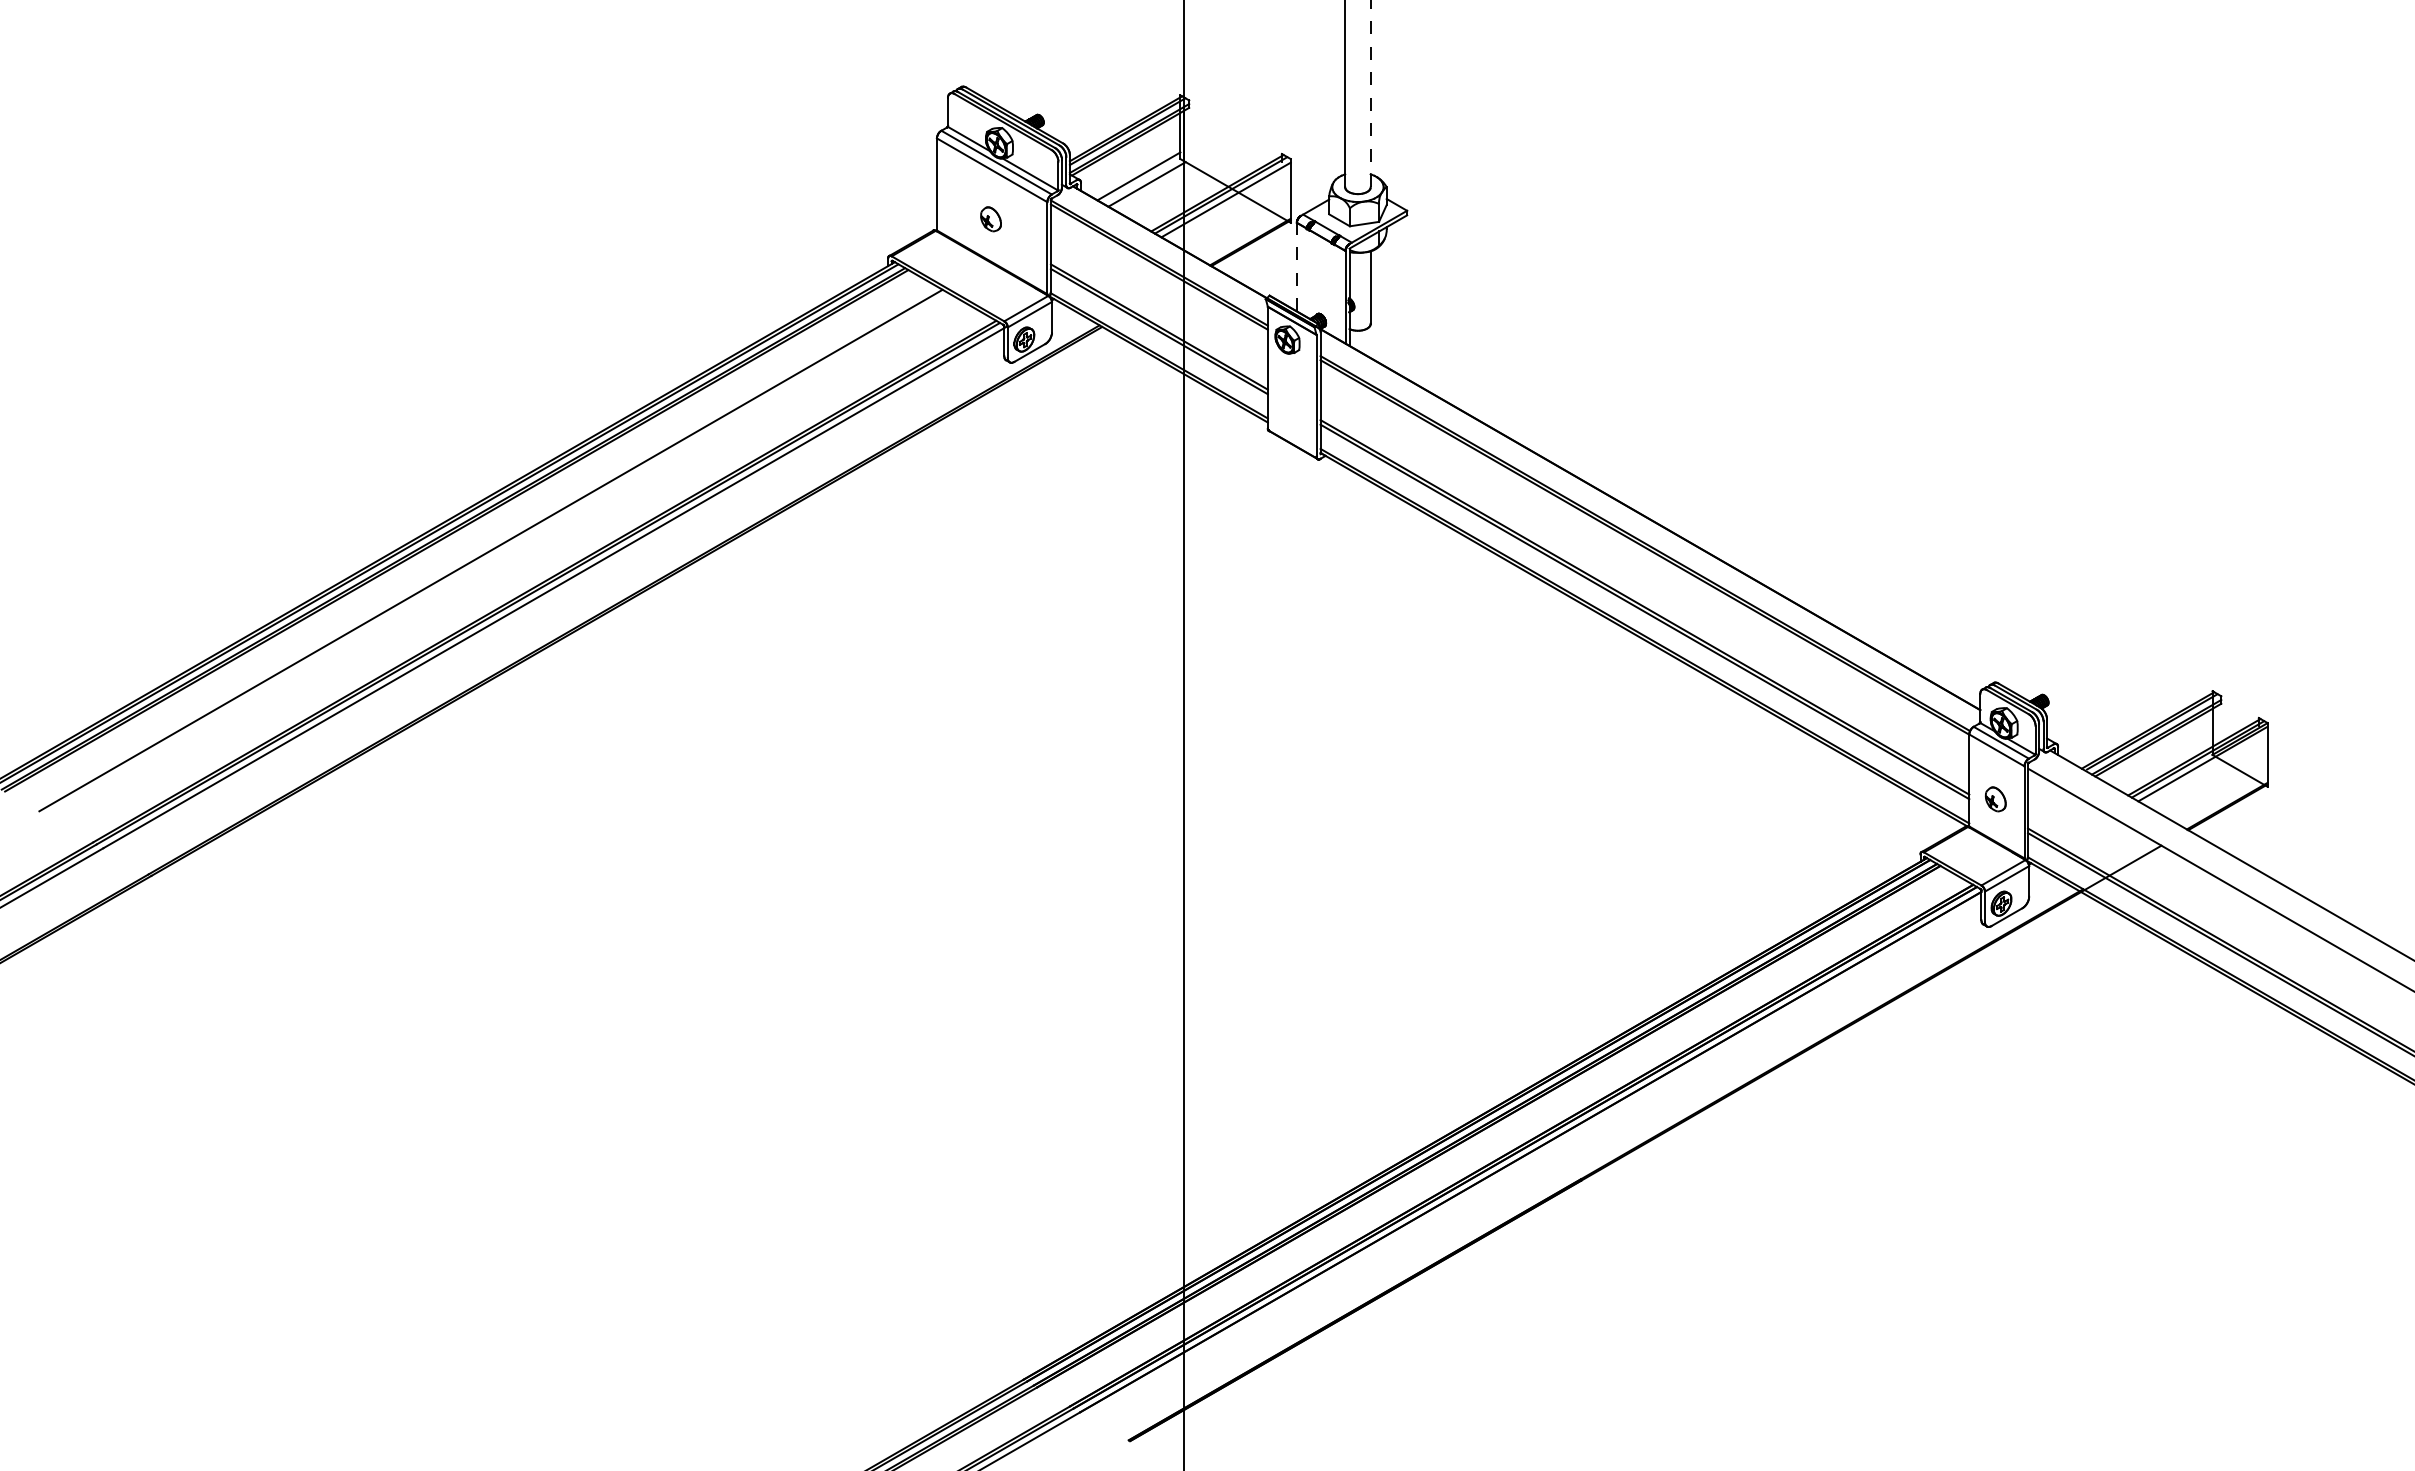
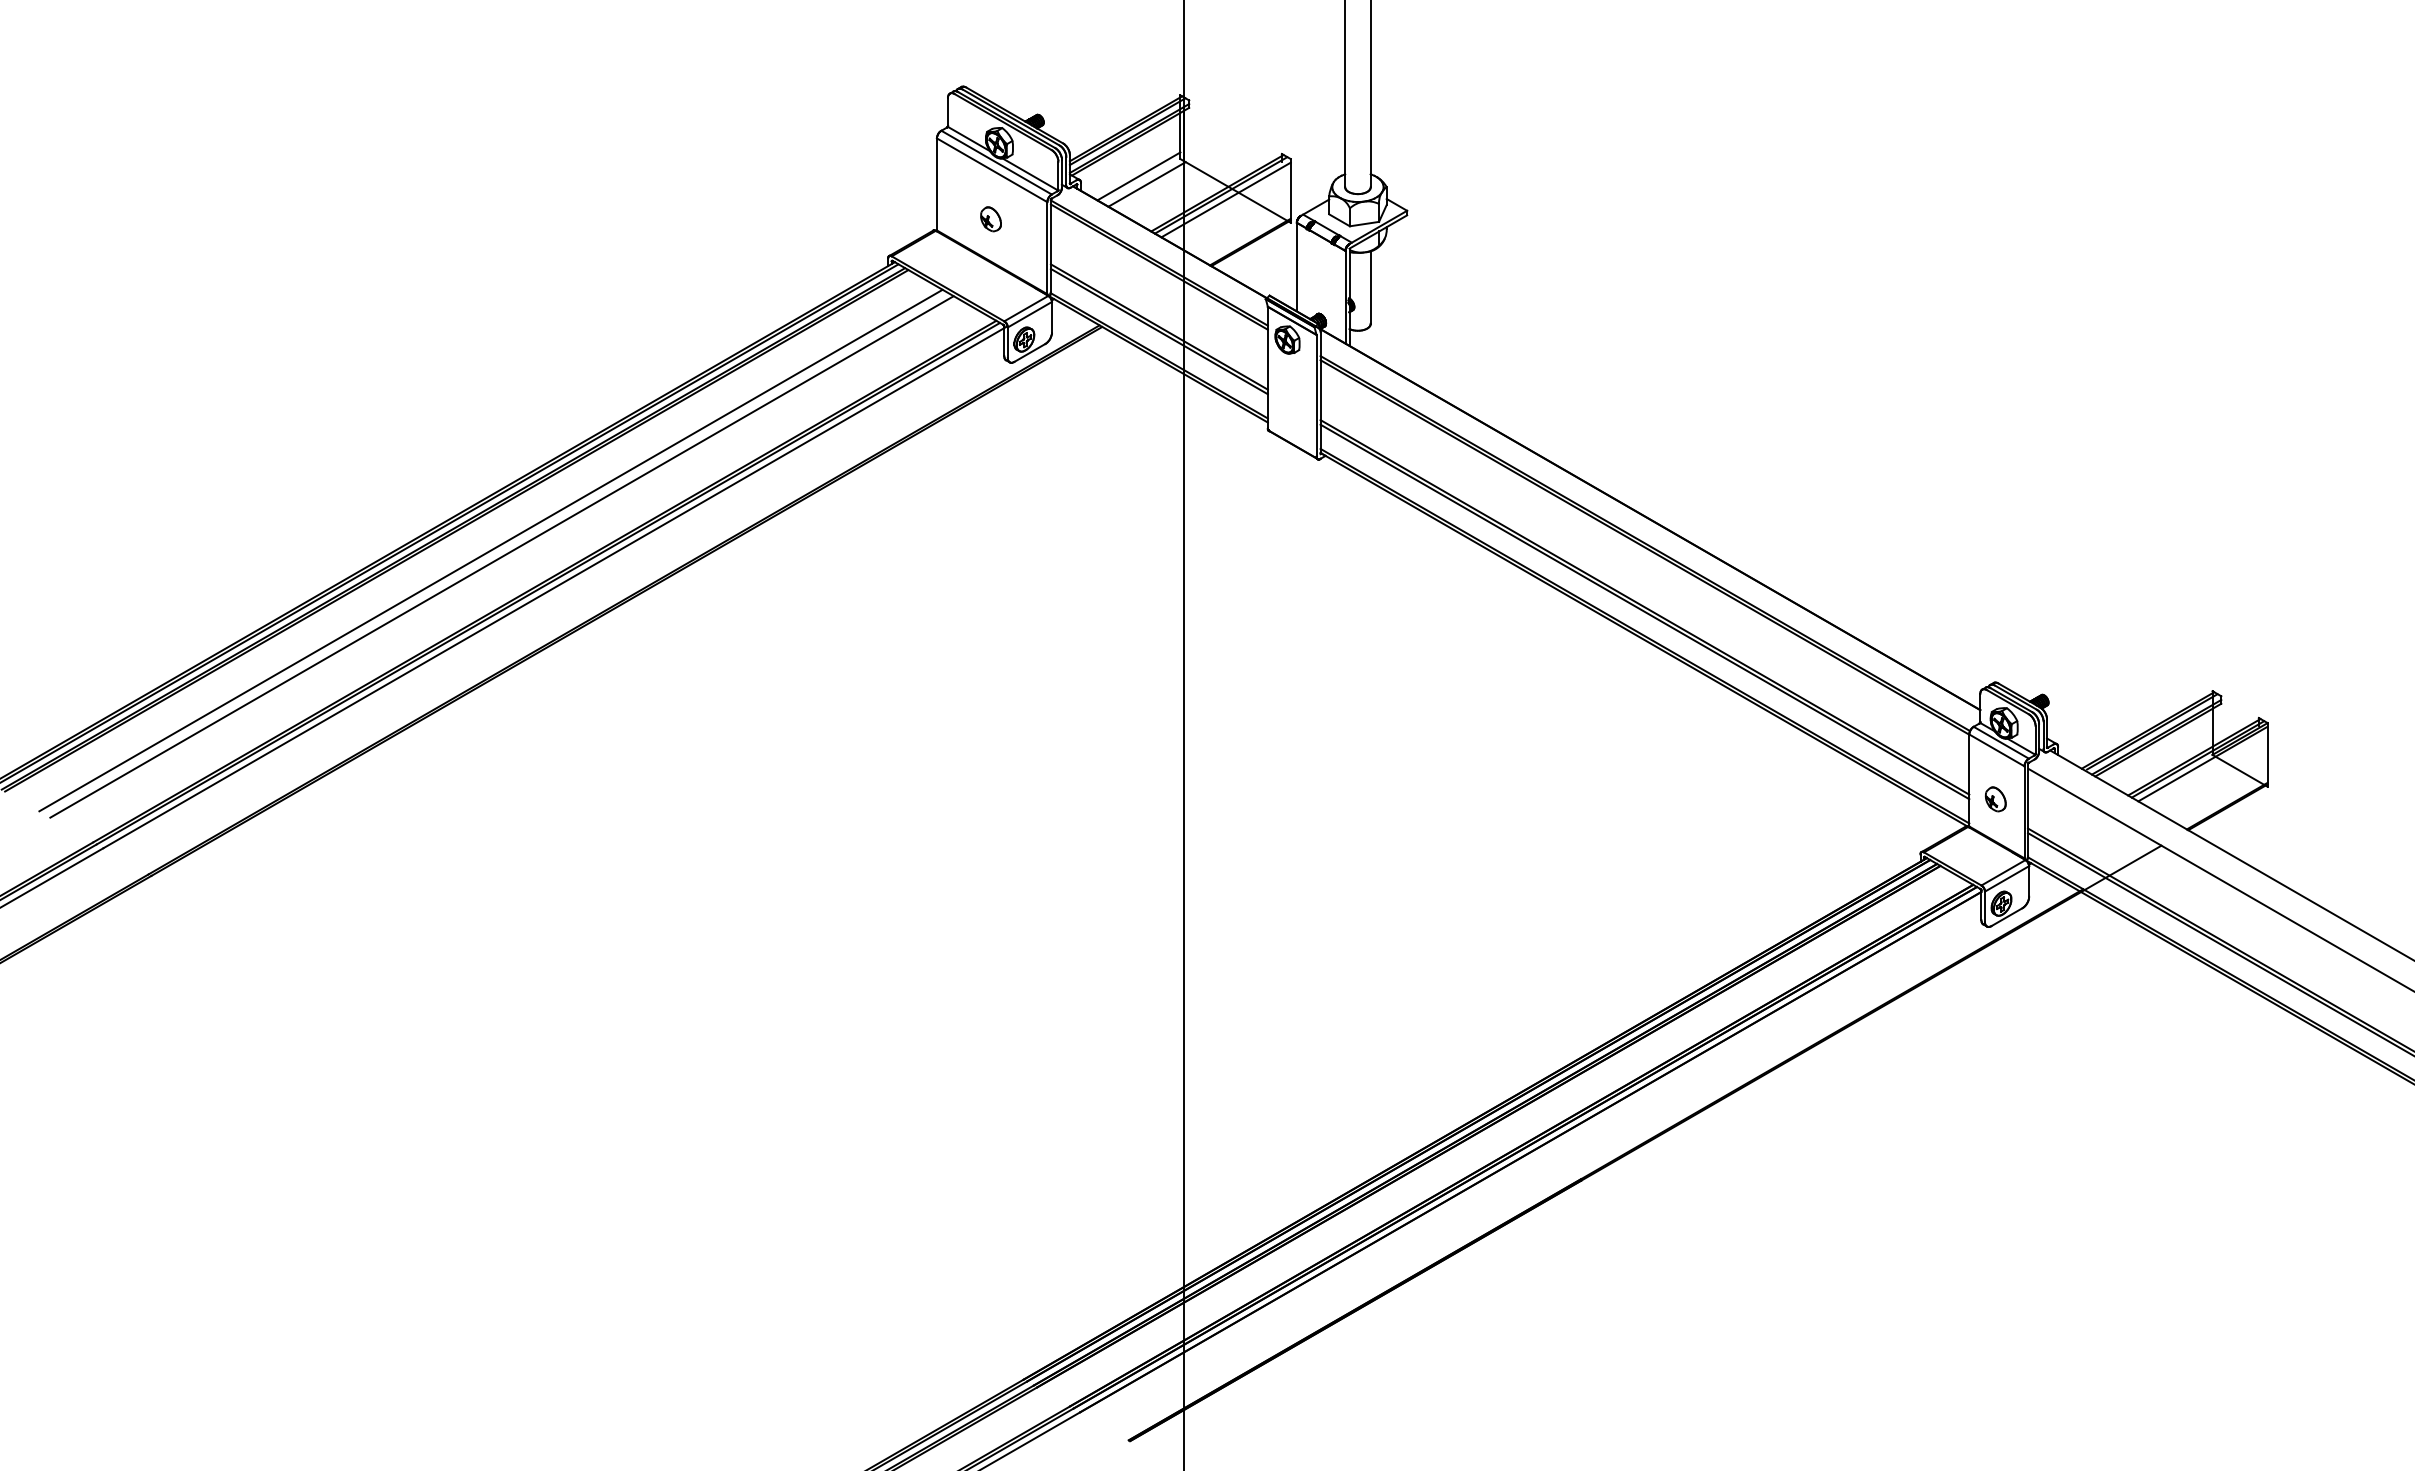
line at (1370, 93): dashed -> solid
line at (1296, 266): dashed -> solid
line at (501, 556): none -> present
